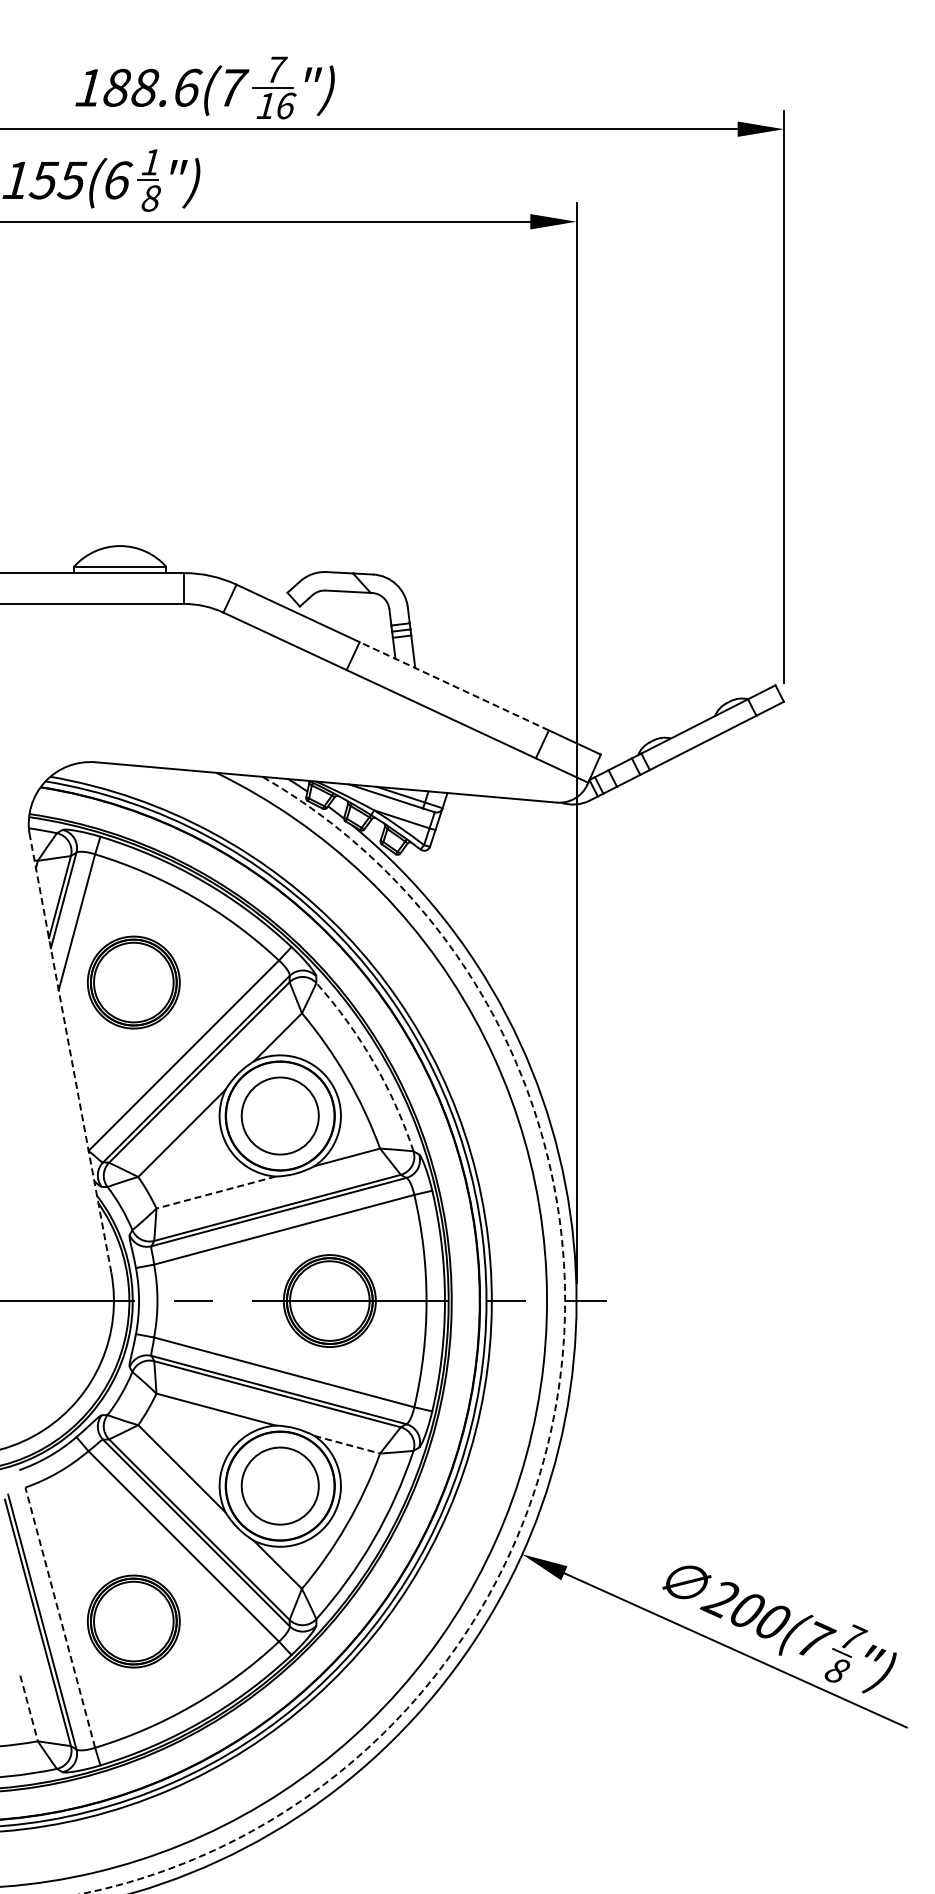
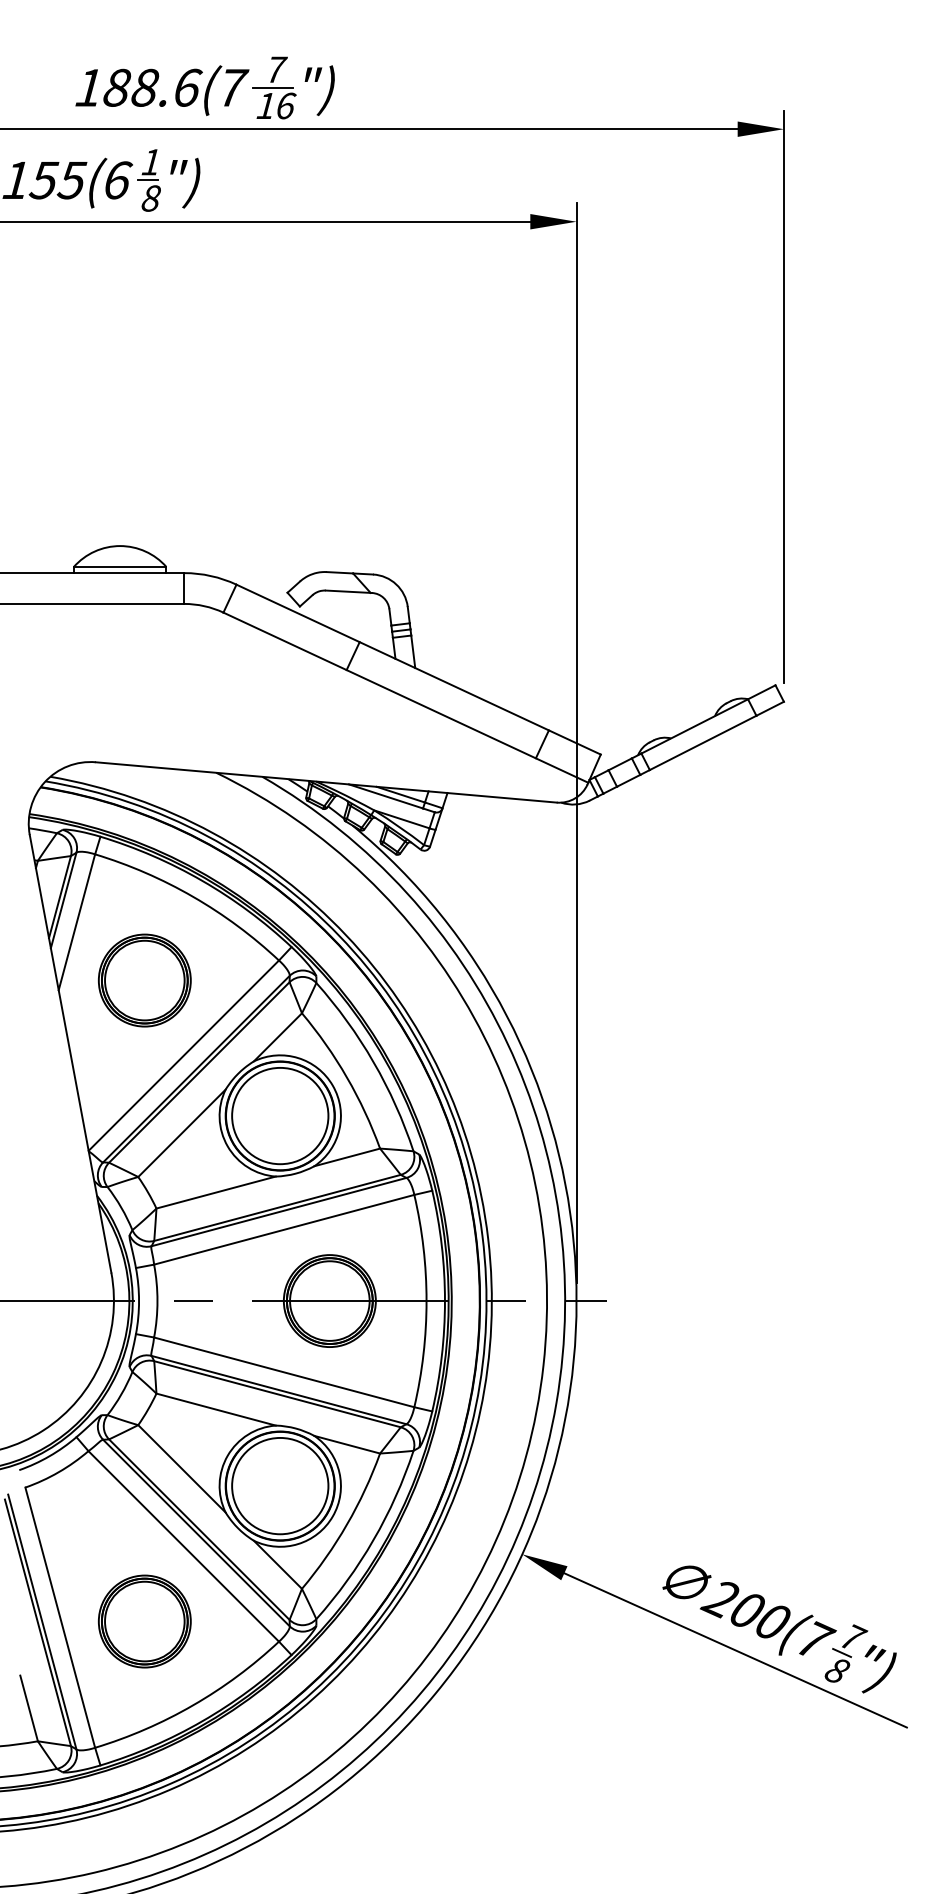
line at (453, 686): dashed -> solid
part at (133, 982) position: (133, 982) -> (144, 980)
line at (70, 1053): dashed -> solid
arc at (373, 1062): dashed -> solid
circle at (279, 1115) diameter: 77 px -> 96 px
line at (216, 1192): dashed -> solid
arc at (557, 1397): dashed -> solid
line at (347, 1444): dashed -> solid
circle at (279, 1485) diameter: 77 px -> 96 px
line at (60, 1617): dashed -> solid
part at (133, 1621) position: (133, 1621) -> (144, 1621)
line at (29, 1708): dashed -> solid
